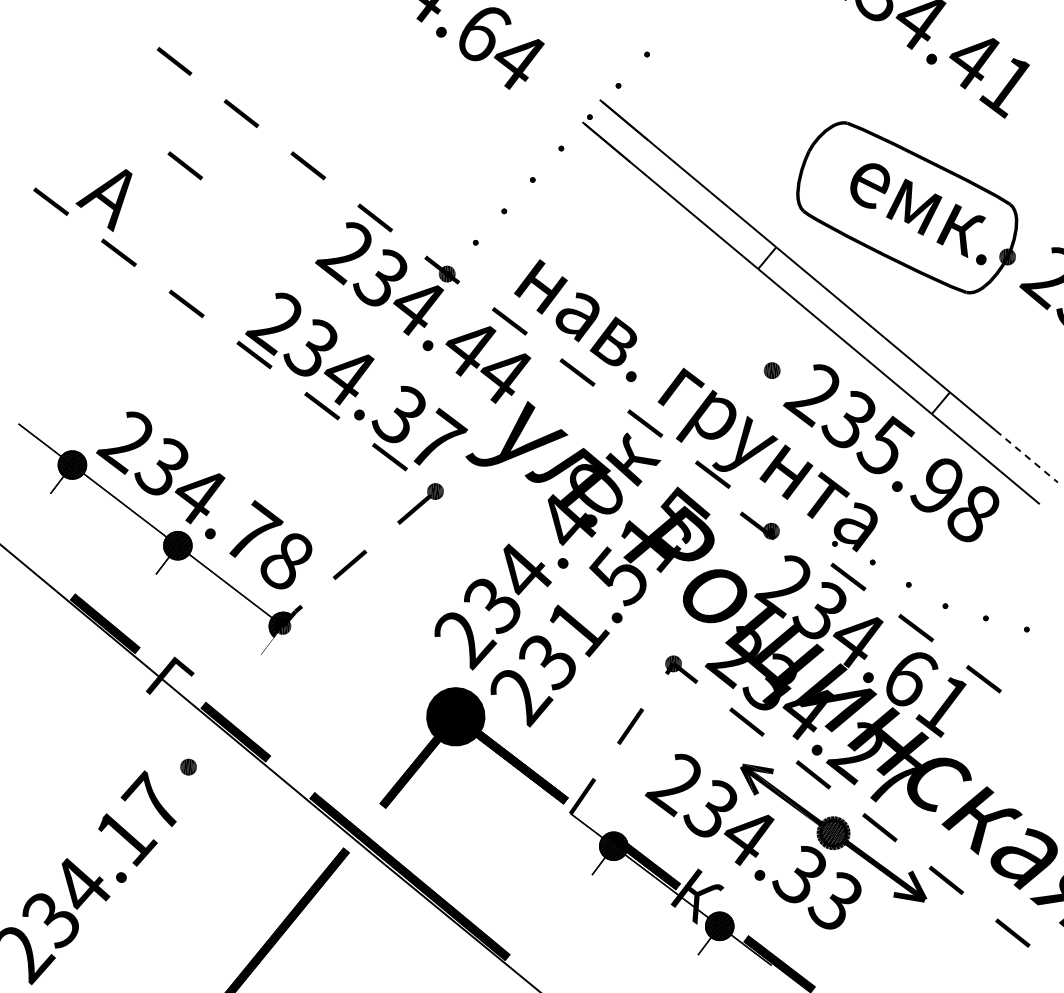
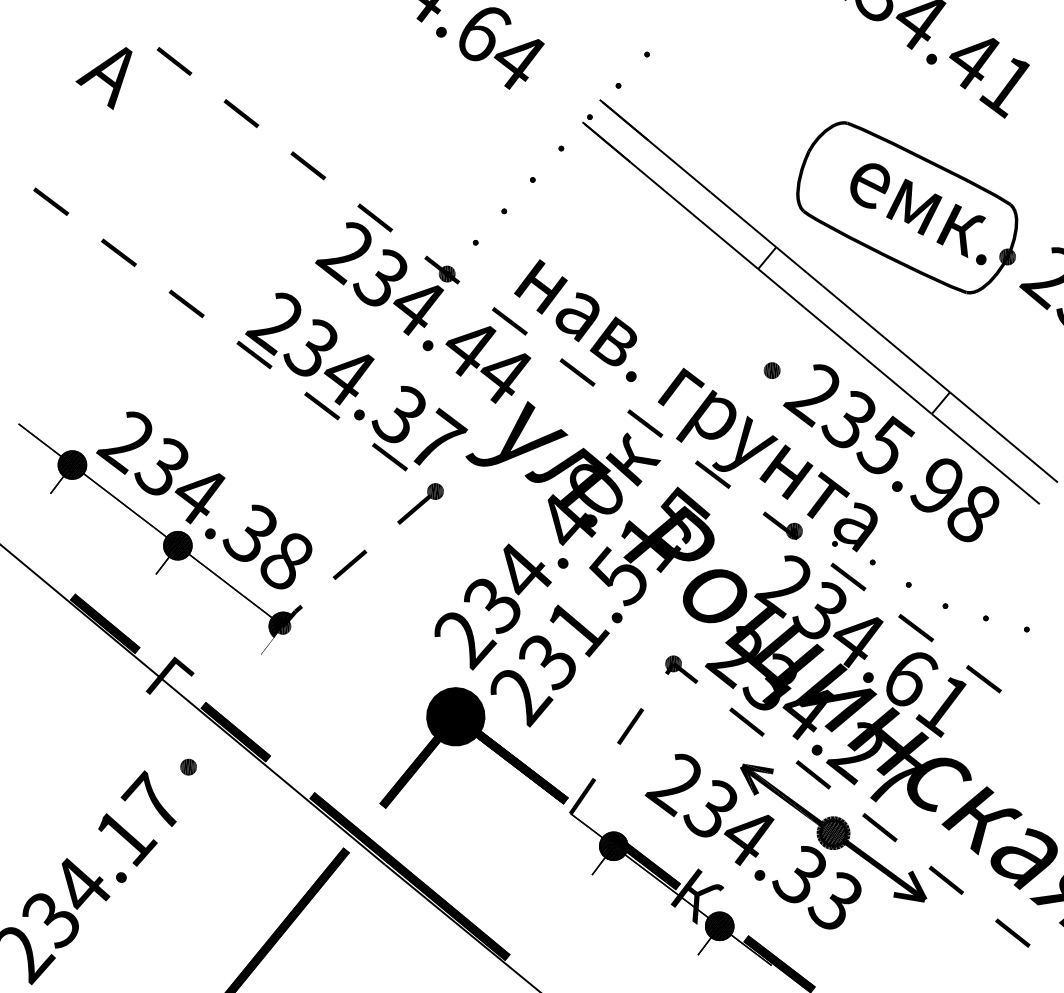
line at (185, 165): present -> none
text at (103, 200) position: (103, 200) -> (103, 78)
line at (1027, 456): dashed -> solid
part at (759, 525) position: (759, 525) -> (782, 525)
text at (252, 530): 234.78 -> 234.38
